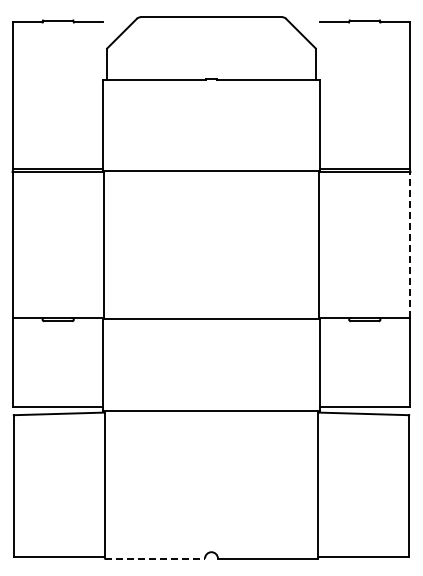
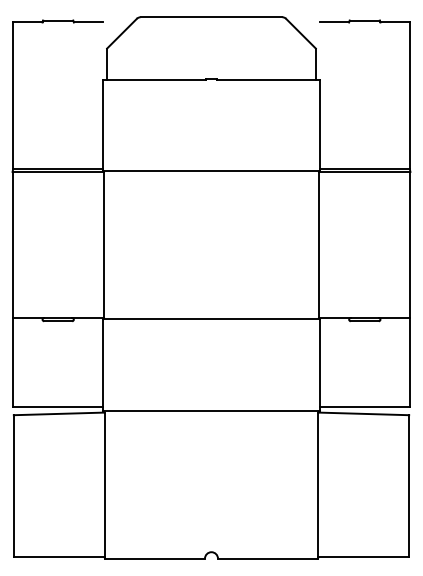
line at (410, 244): dashed -> solid
line at (155, 558): dashed -> solid
